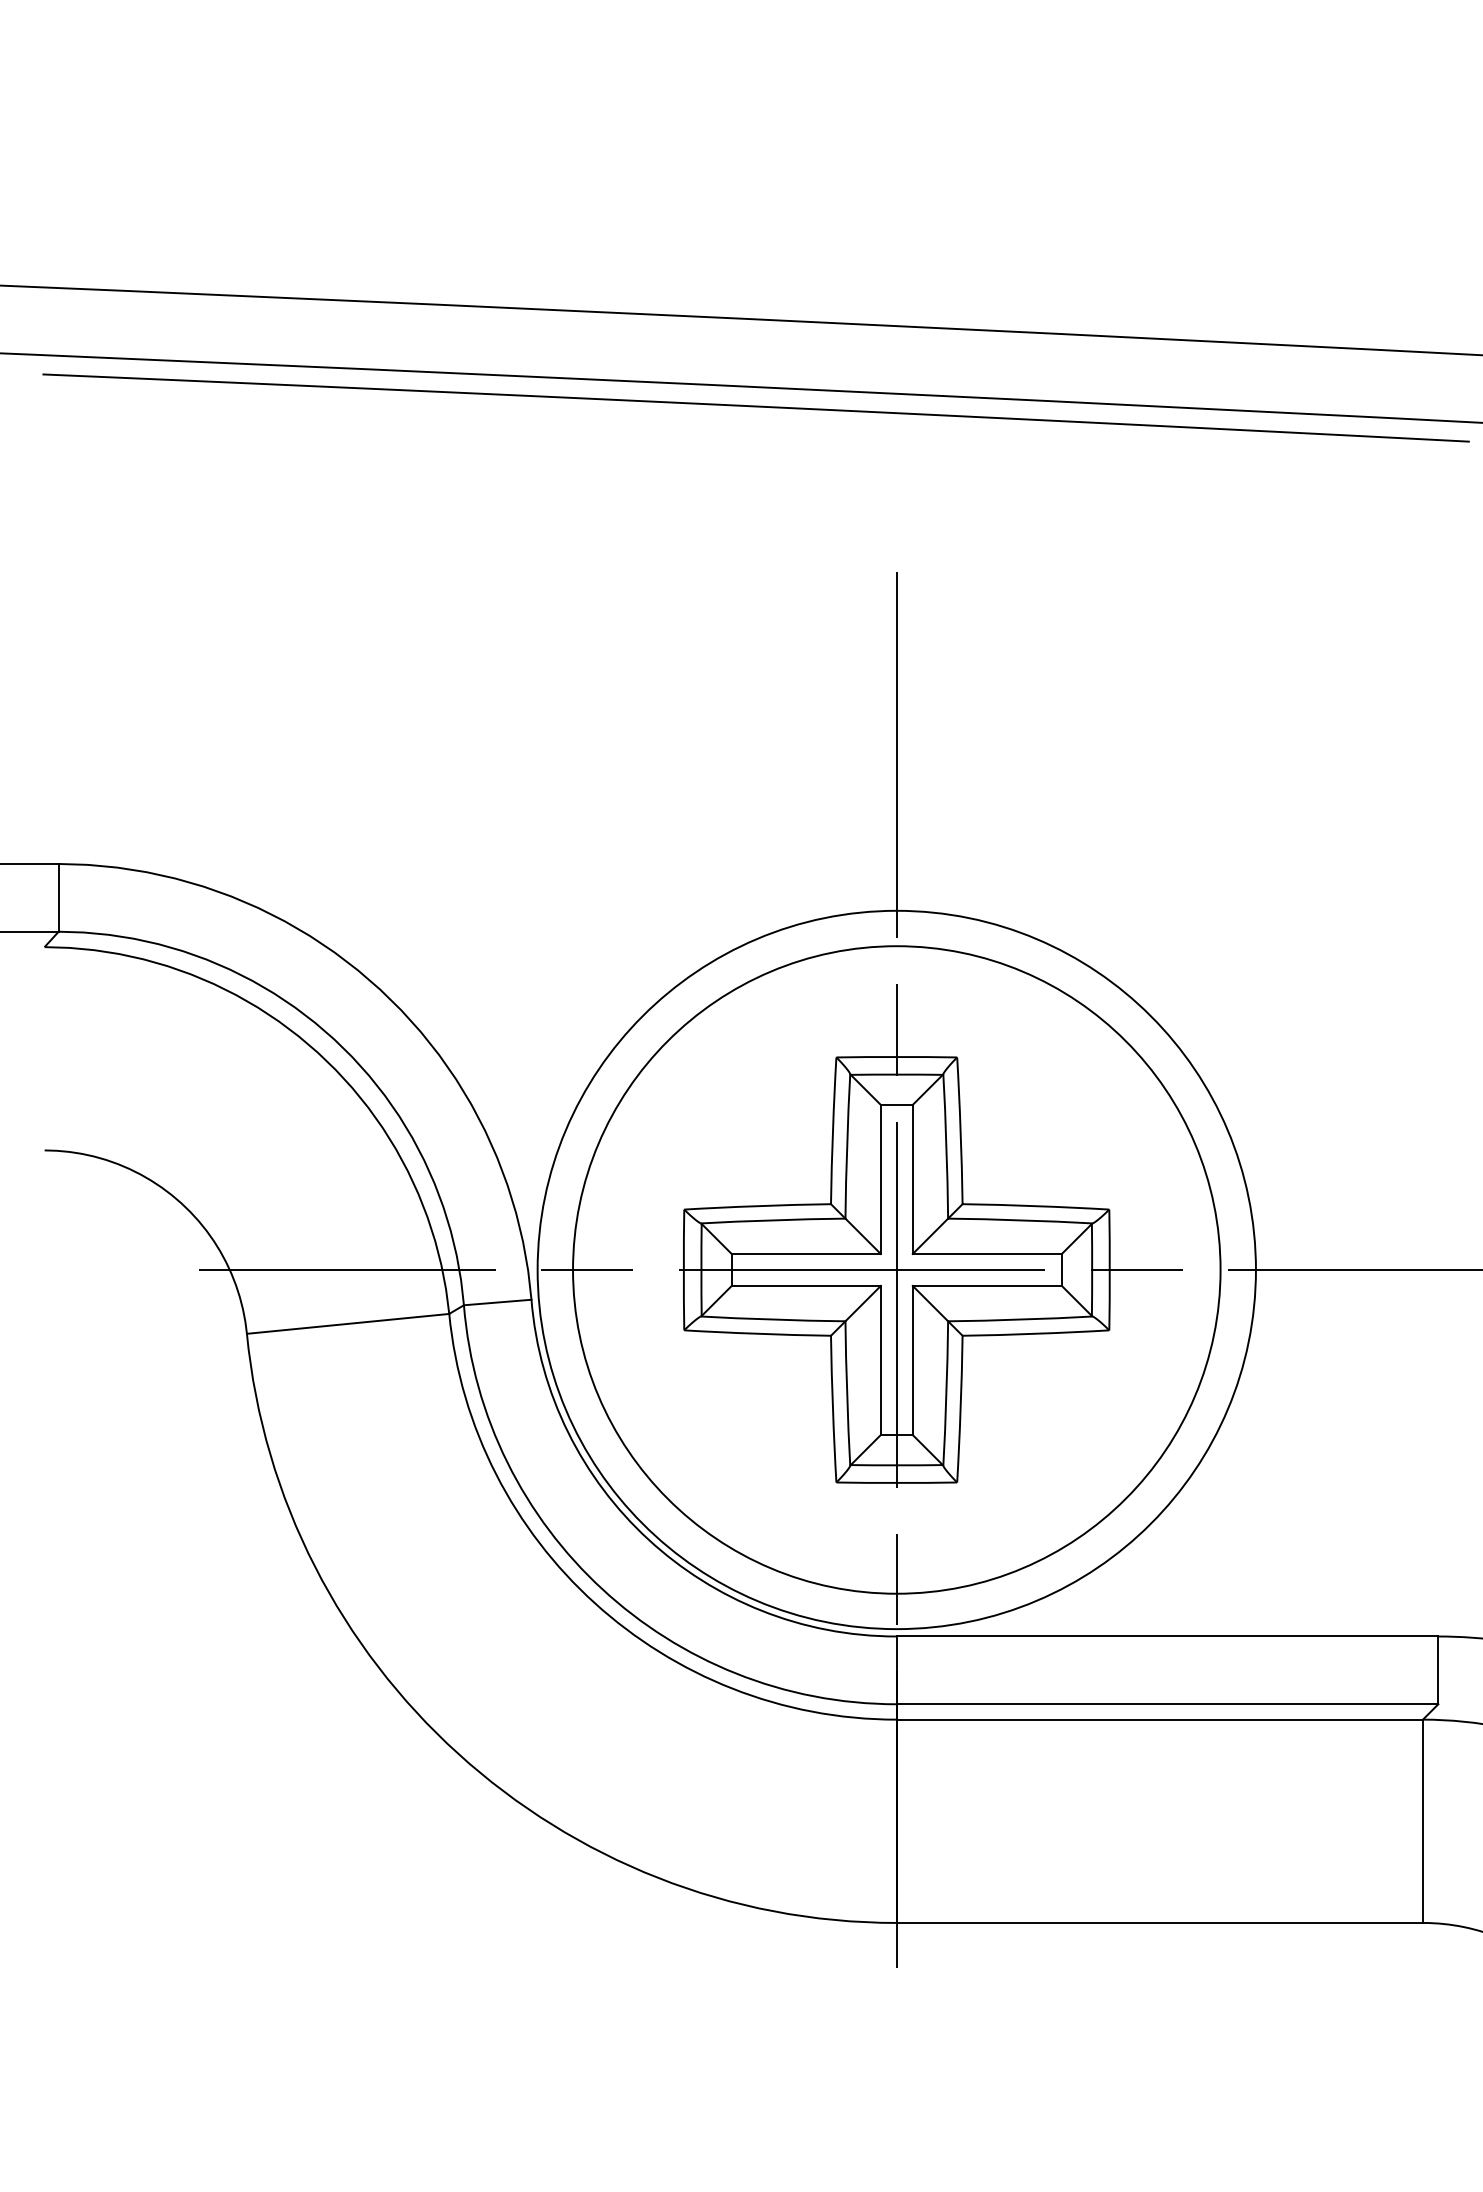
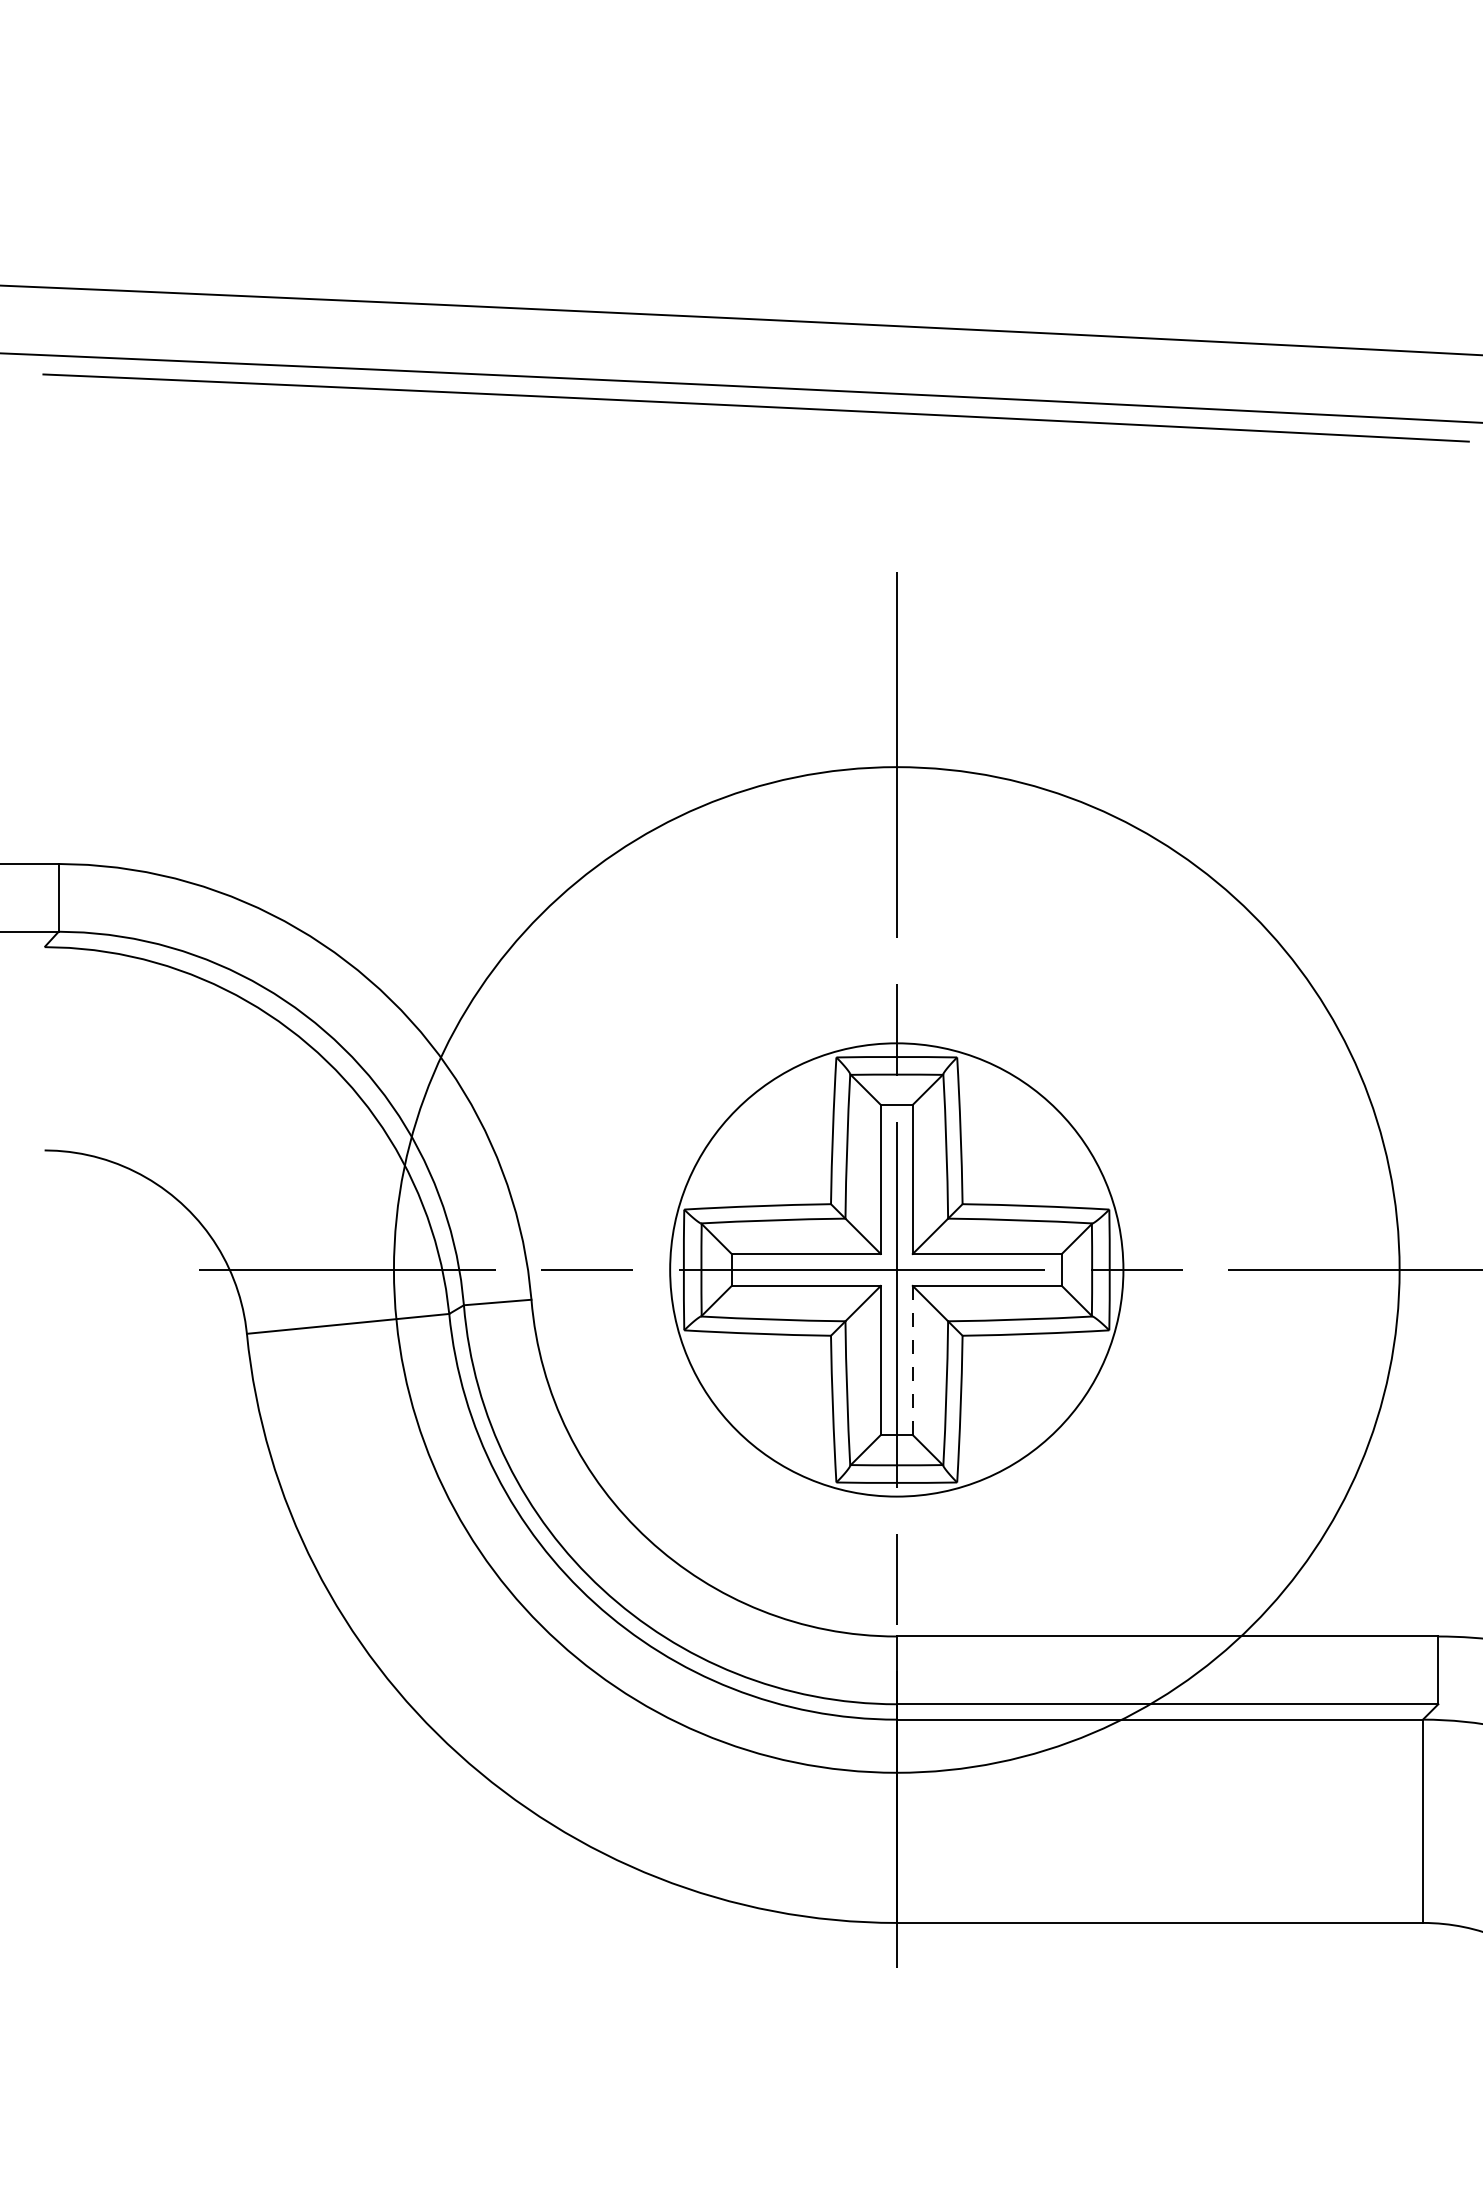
circle at (896, 1269) diameter: 648 px -> 453 px
circle at (896, 1269) diameter: 718 px -> 1006 px
line at (912, 1360): solid -> dashed
